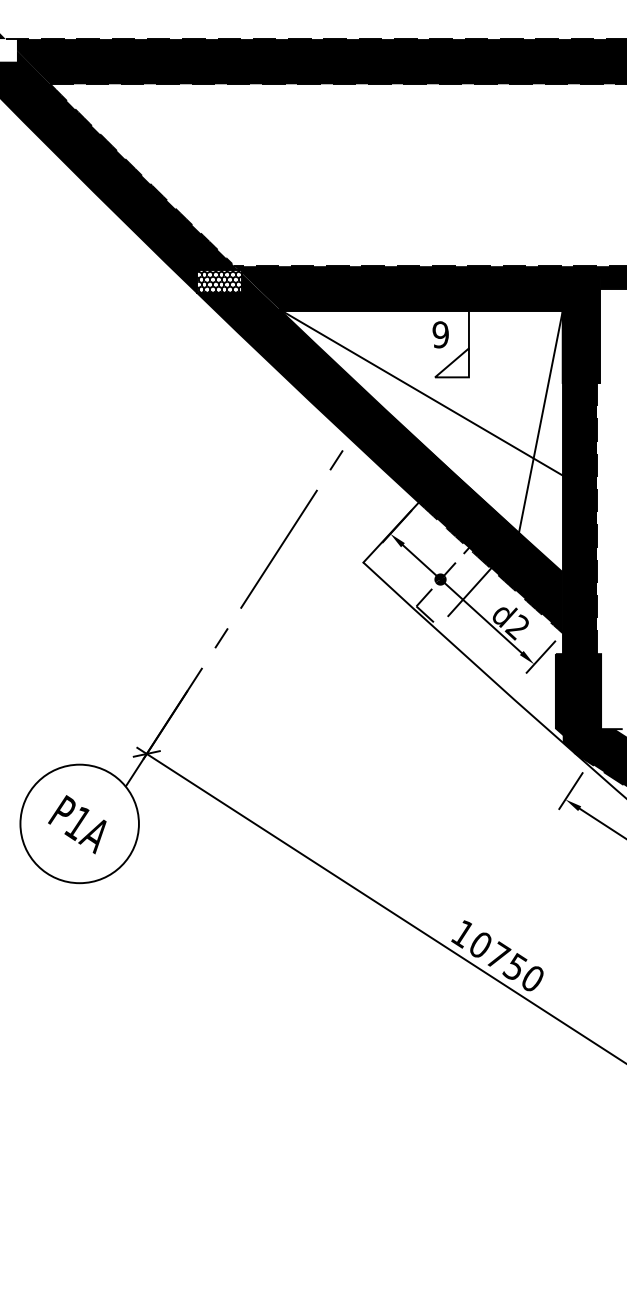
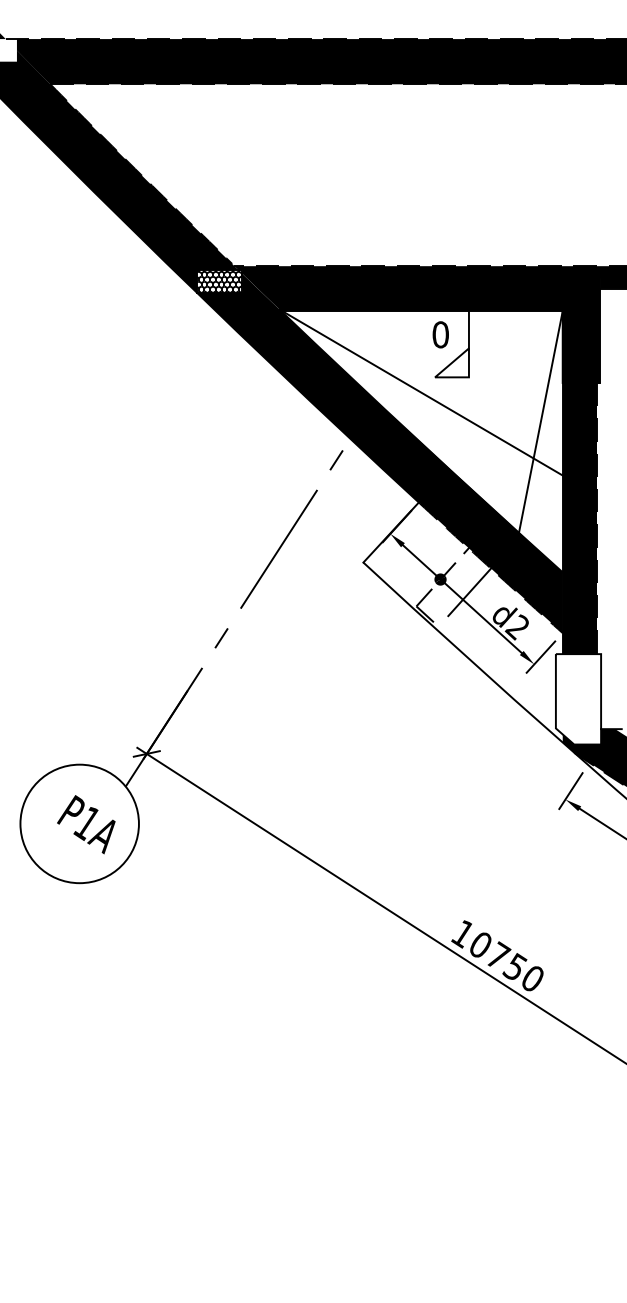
text at (440, 334): 9 -> 0
fill at (578, 699): present -> none
text at (77, 824) position: (77, 824) -> (86, 824)
